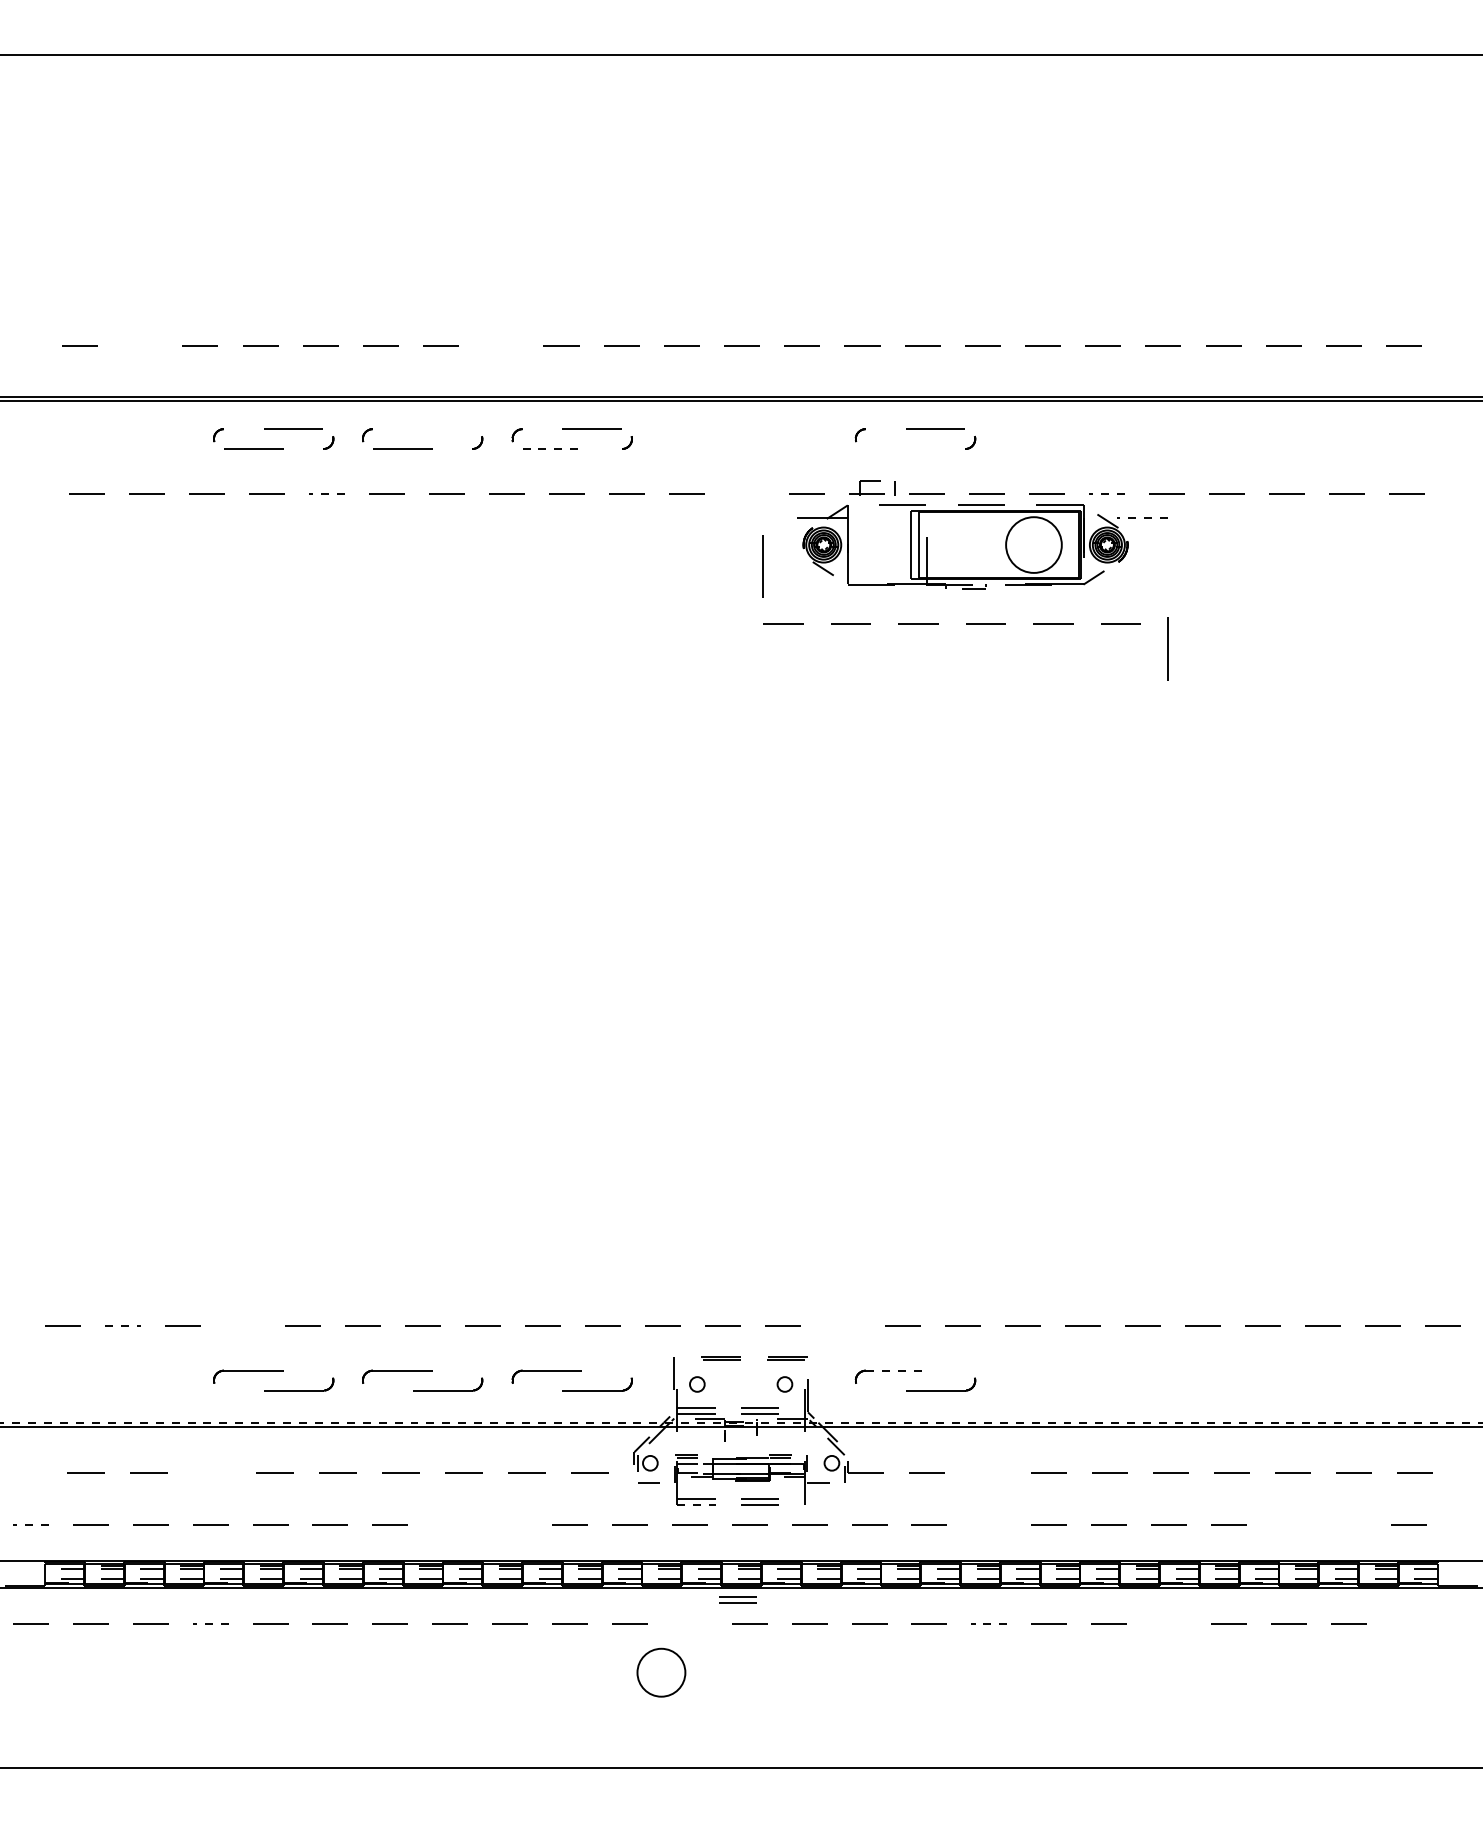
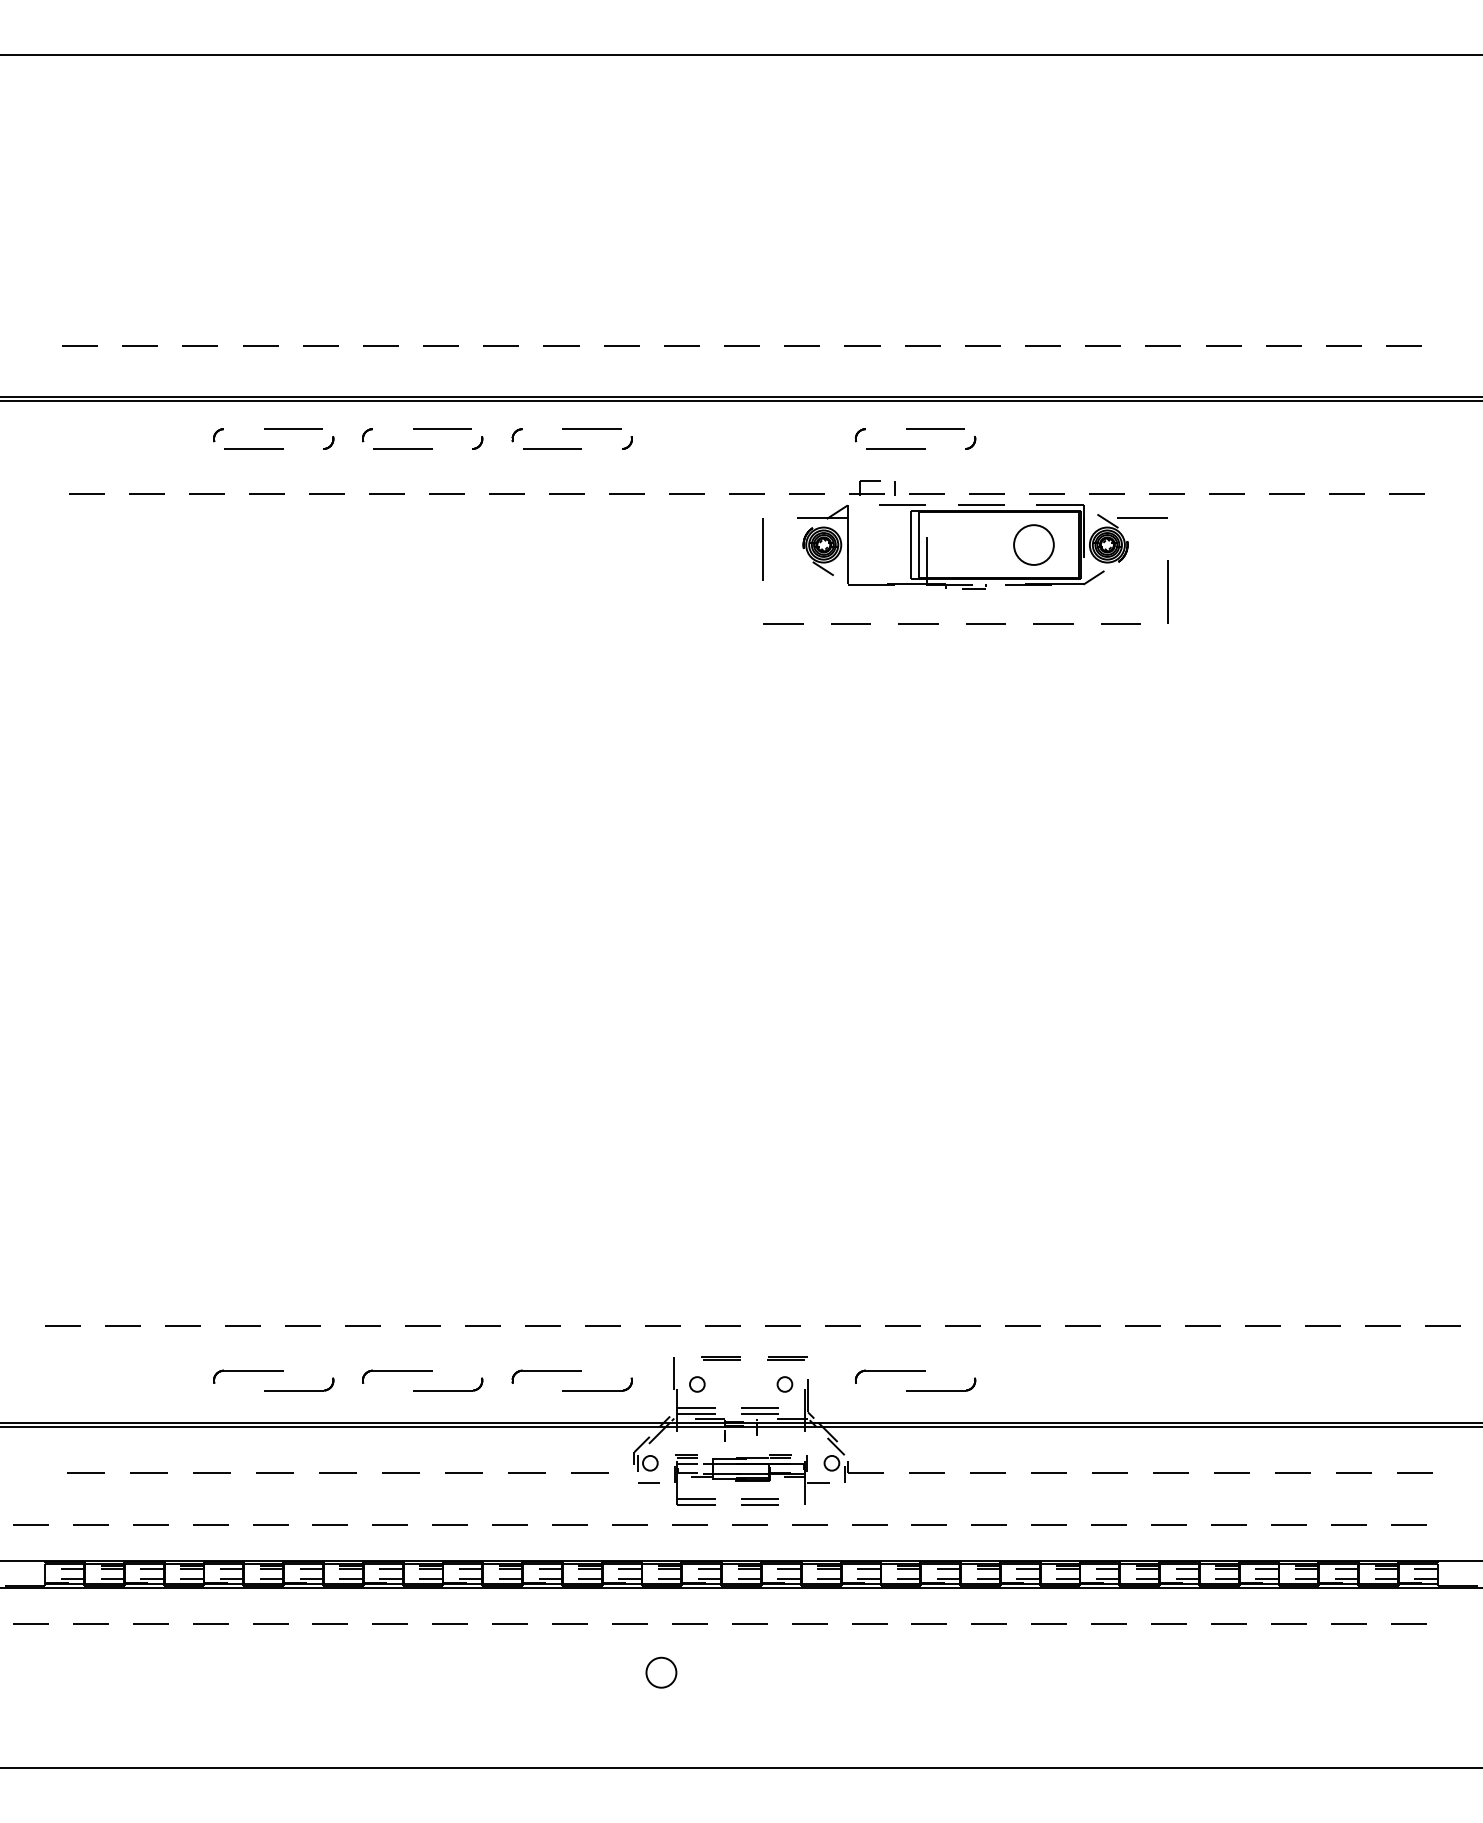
line at (139, 345): none -> present
line at (500, 345): none -> present
line at (442, 428): none -> present
line at (895, 448): none -> present
line at (552, 449): dashed -> solid
line at (746, 493): none -> present
line at (326, 494): dashed -> solid
line at (1106, 494): dashed -> solid
line at (1142, 517): dashed -> solid
circle at (1033, 544) diameter: 56 px -> 40 px
line at (762, 566) position: (762, 566) -> (762, 549)
line at (1167, 648) position: (1167, 648) -> (1167, 591)
line at (122, 1325): dashed -> solid
line at (242, 1325): none -> present
line at (842, 1325): none -> present
line at (895, 1370): dashed -> solid
line at (741, 1422): dashed -> solid
line at (211, 1472): none -> present
line at (987, 1472): none -> present
line at (697, 1504): dashed -> solid
line at (30, 1524): dashed -> solid
line at (449, 1524): none -> present
line at (509, 1524): none -> present
line at (988, 1524): none -> present
line at (1288, 1524): none -> present
line at (1348, 1524): none -> present
part at (737, 1599): present -> none
line at (689, 1623): none -> present
line at (1168, 1623): none -> present
line at (1408, 1623): none -> present
line at (210, 1624): dashed -> solid
line at (989, 1624): dashed -> solid
circle at (661, 1672) diameter: 48 px -> 30 px
